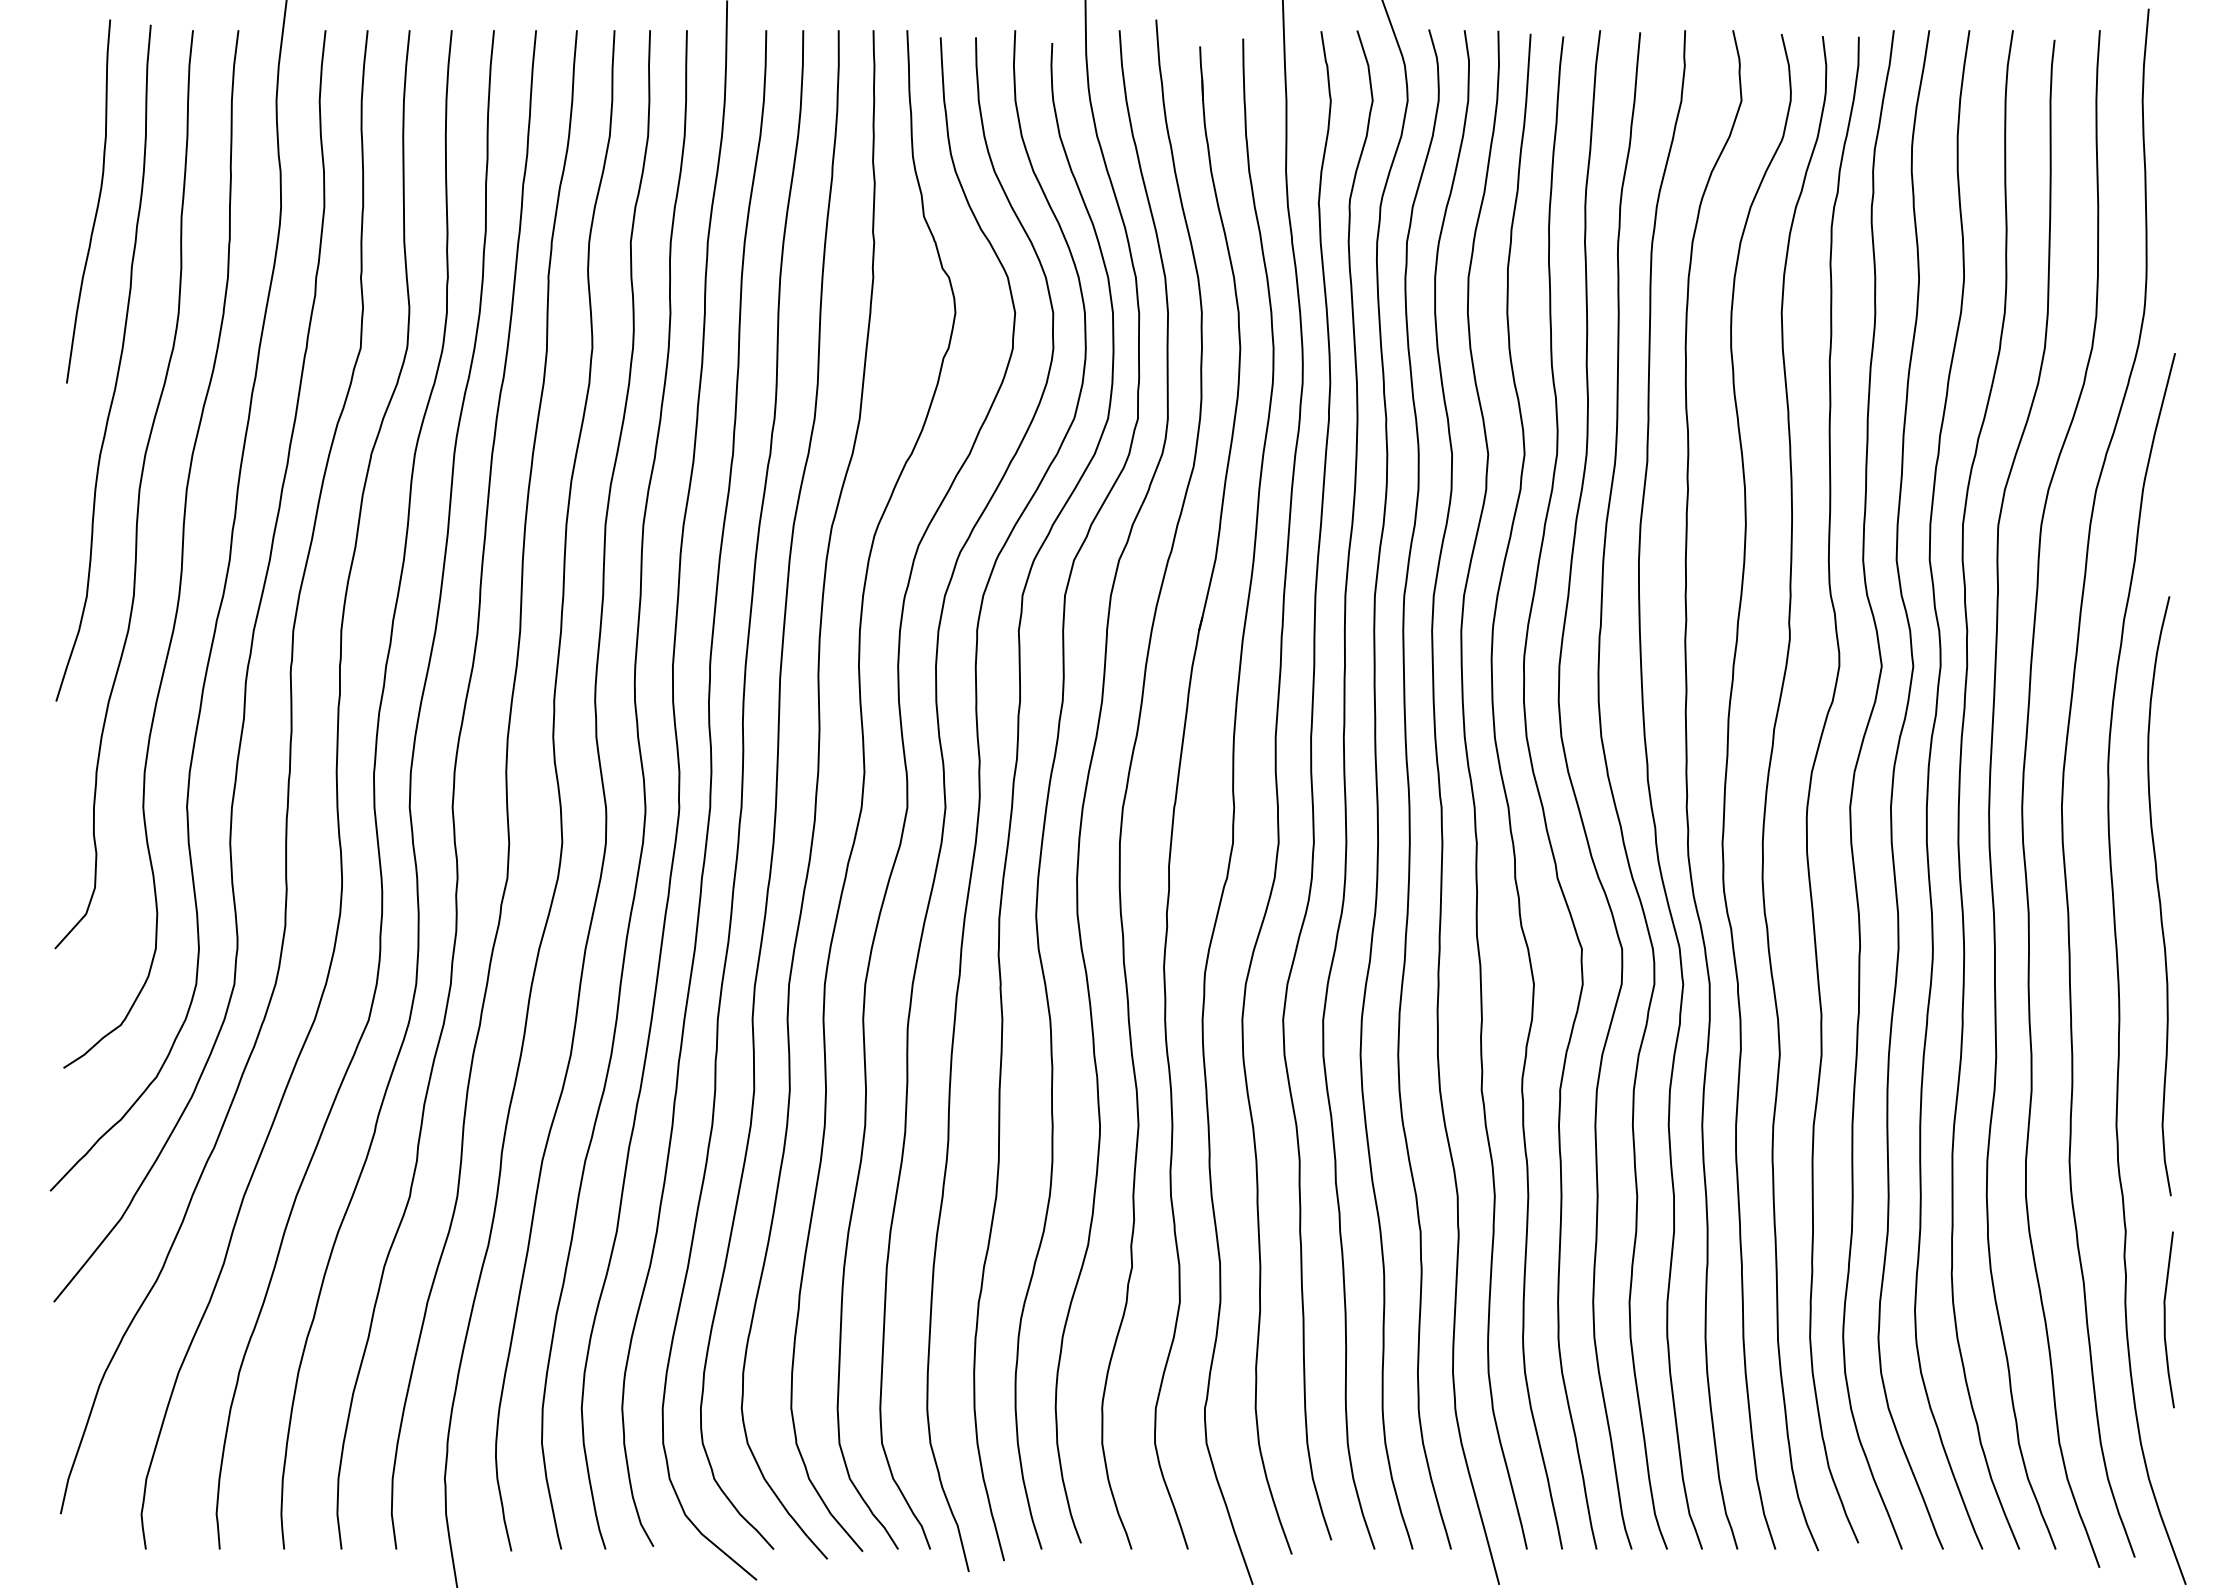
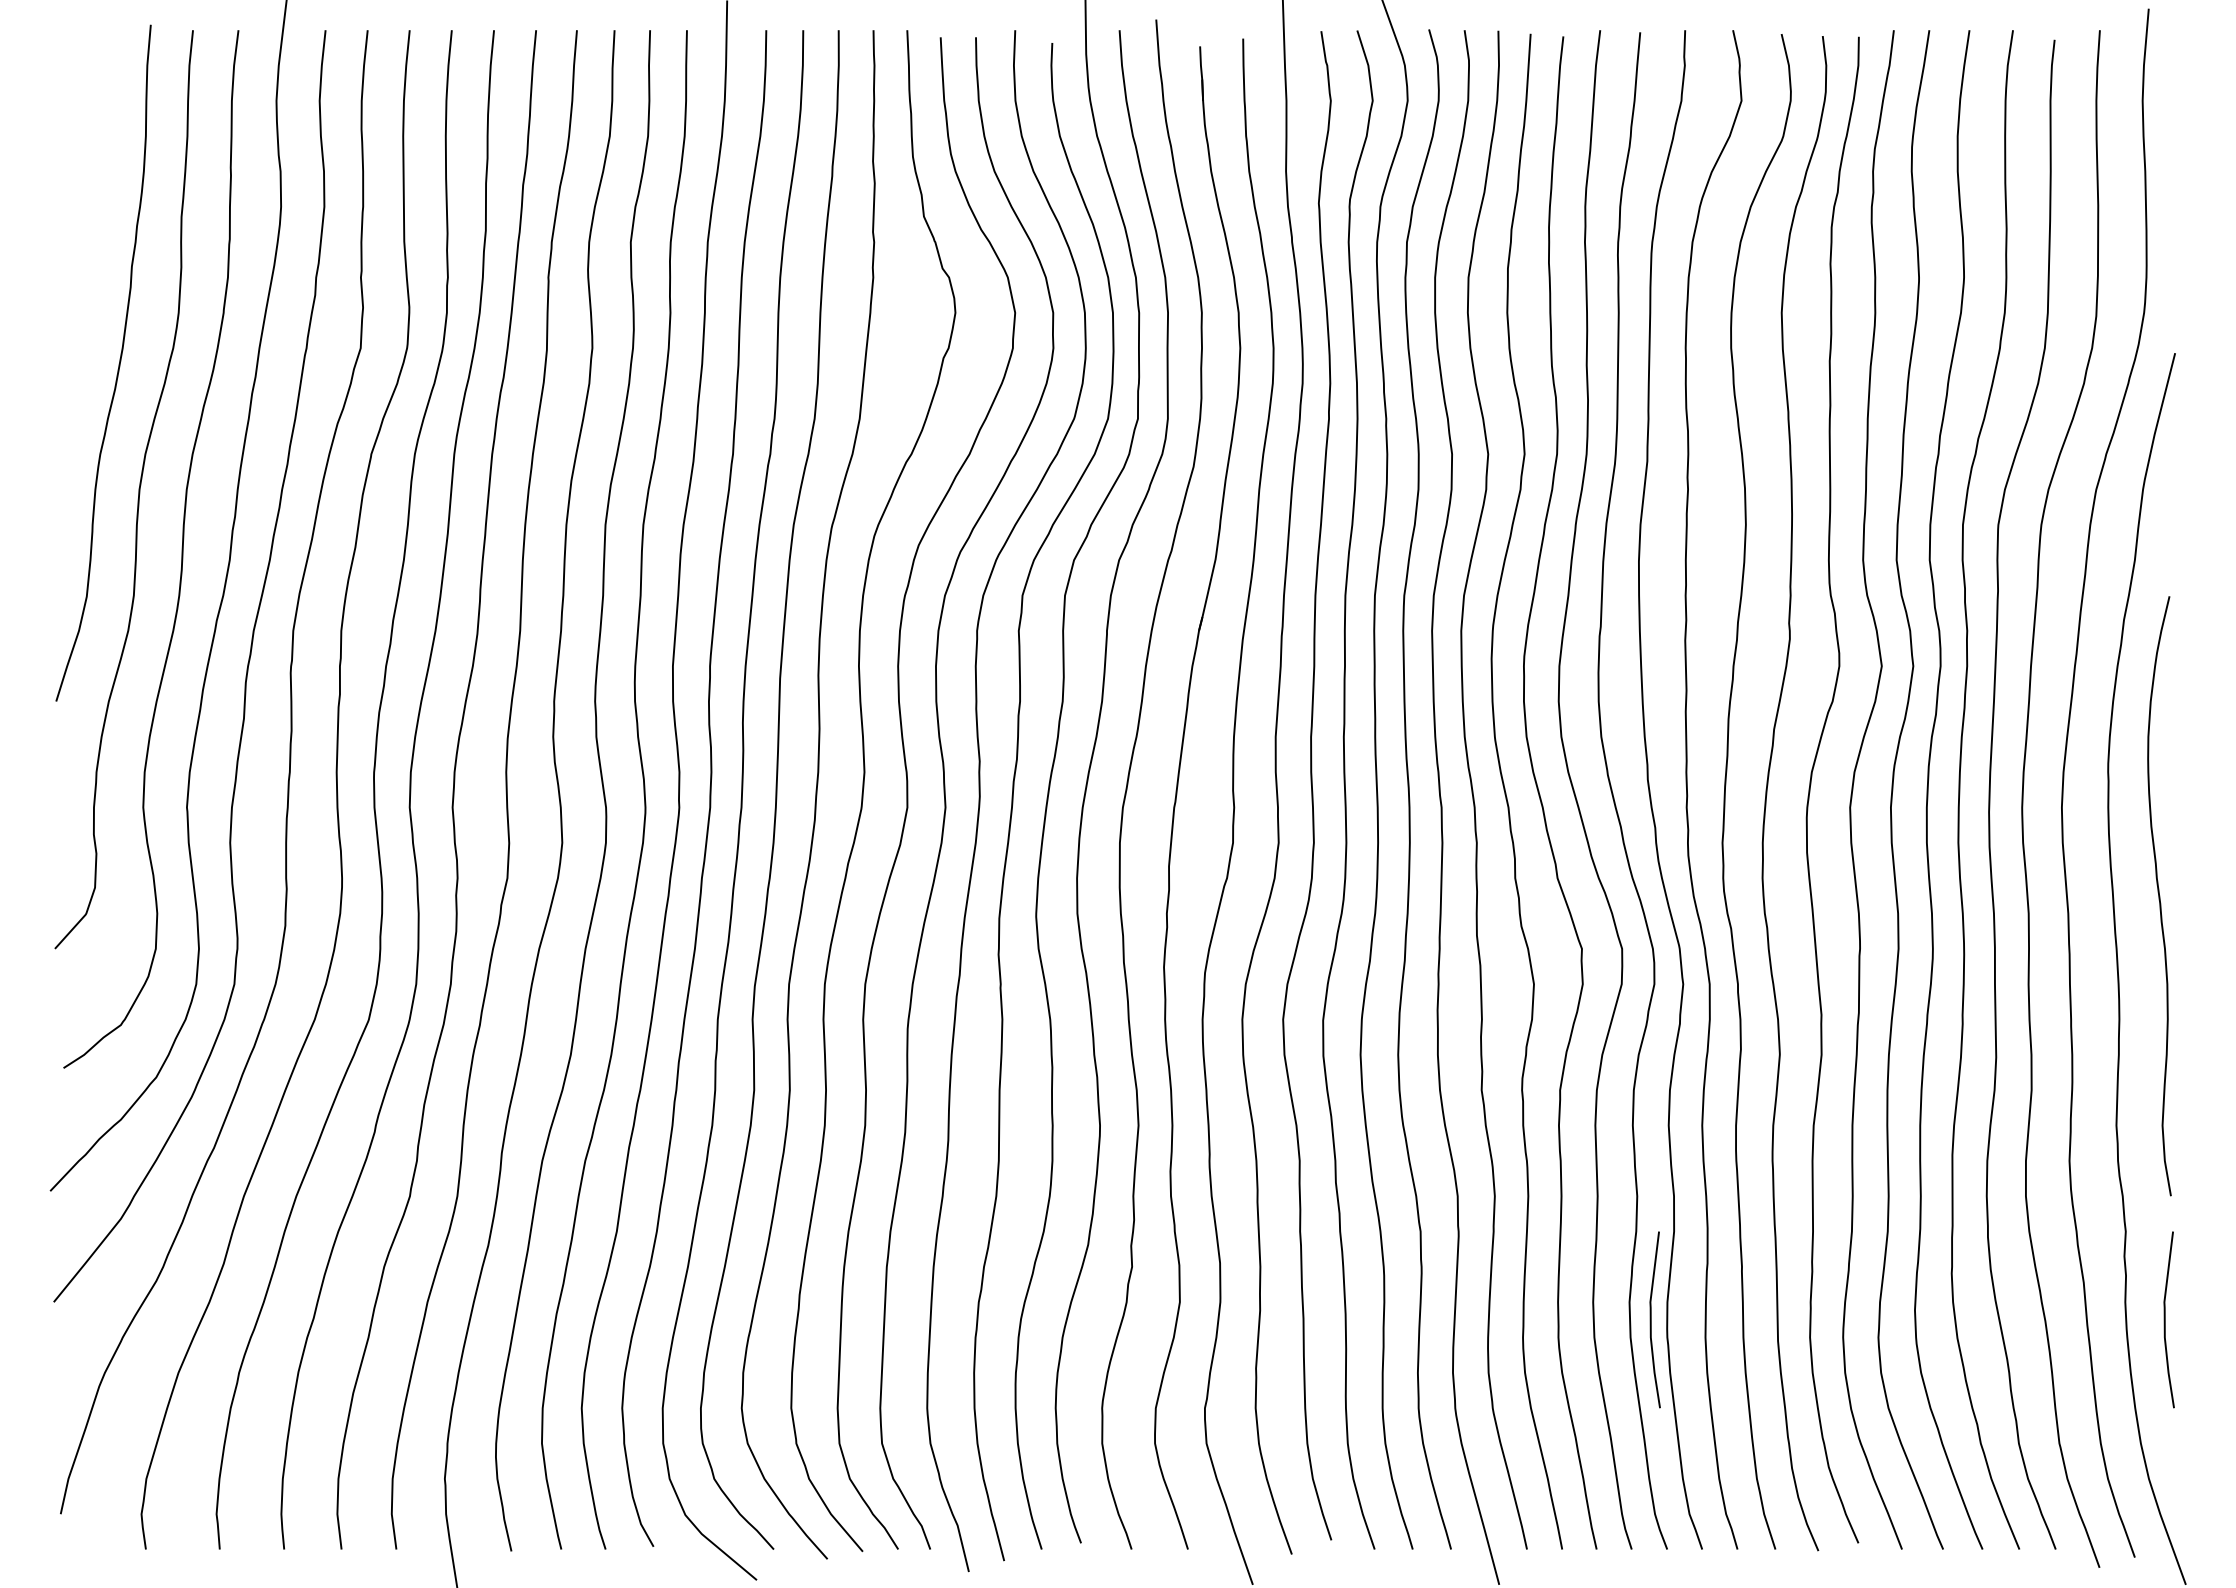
curve at (97, 201): present -> none
curve at (1651, 1319): none -> present
